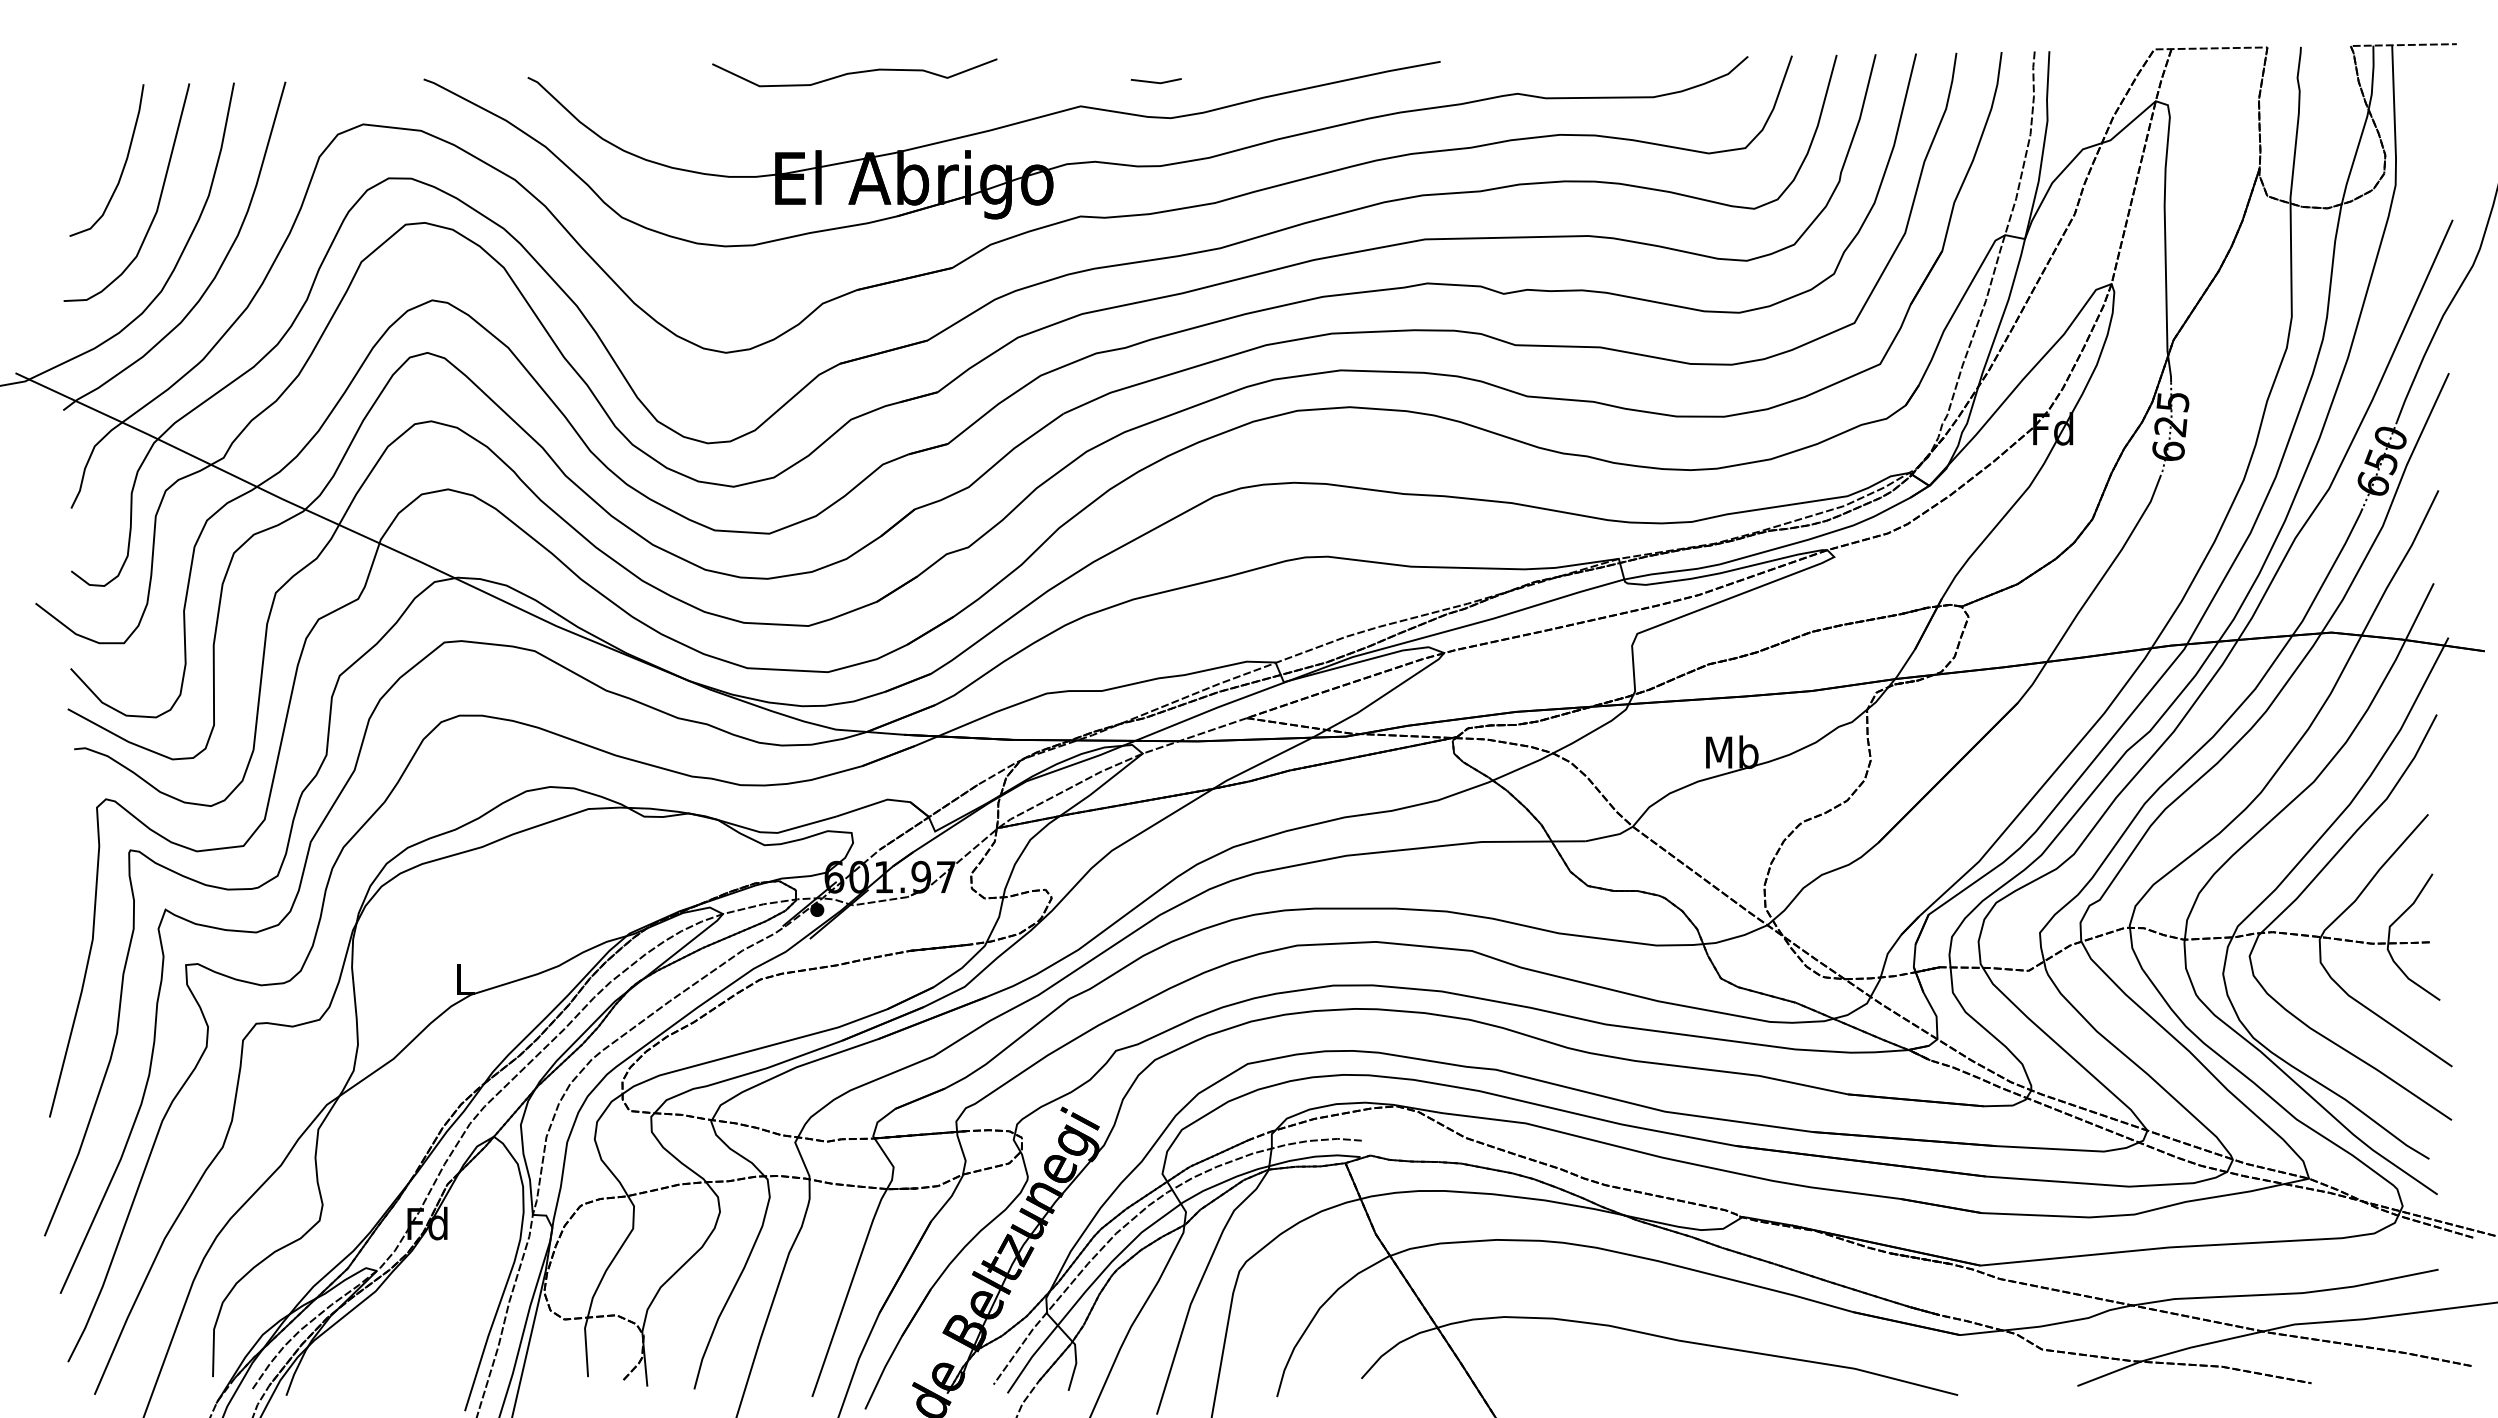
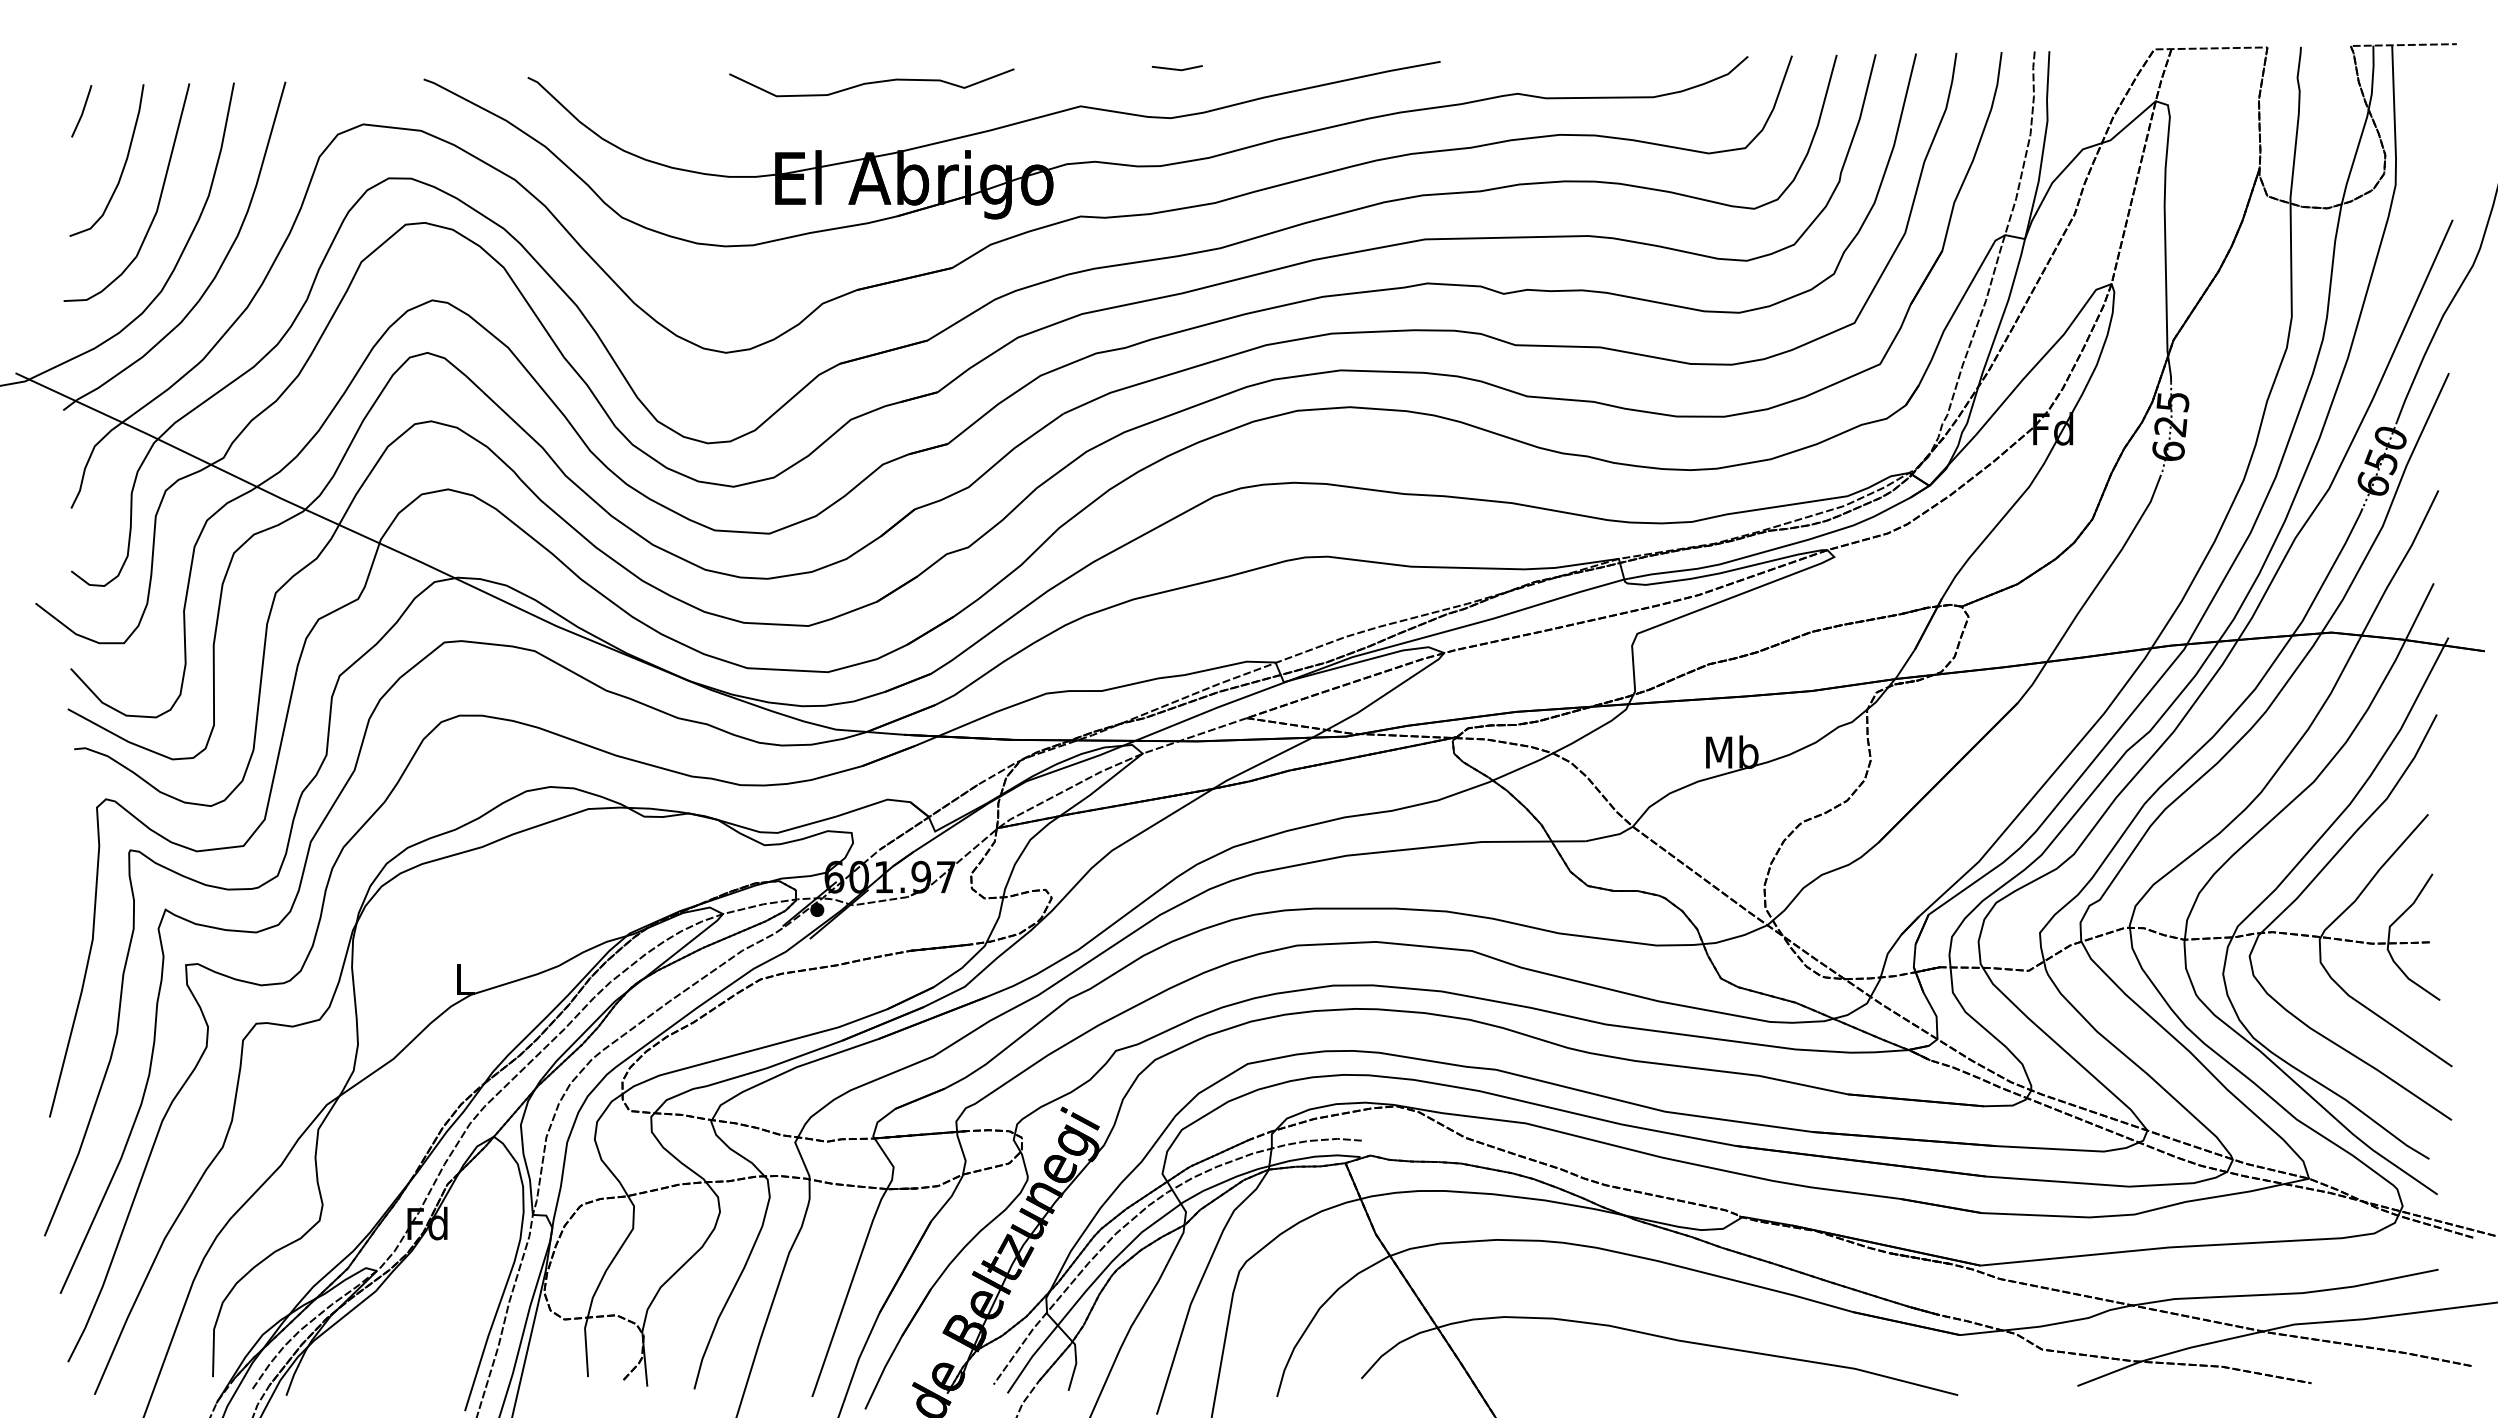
curve at (854, 72) position: (854, 72) -> (871, 82)
line at (1155, 81) position: (1155, 81) -> (1176, 68)
line at (82, 111): none -> present
